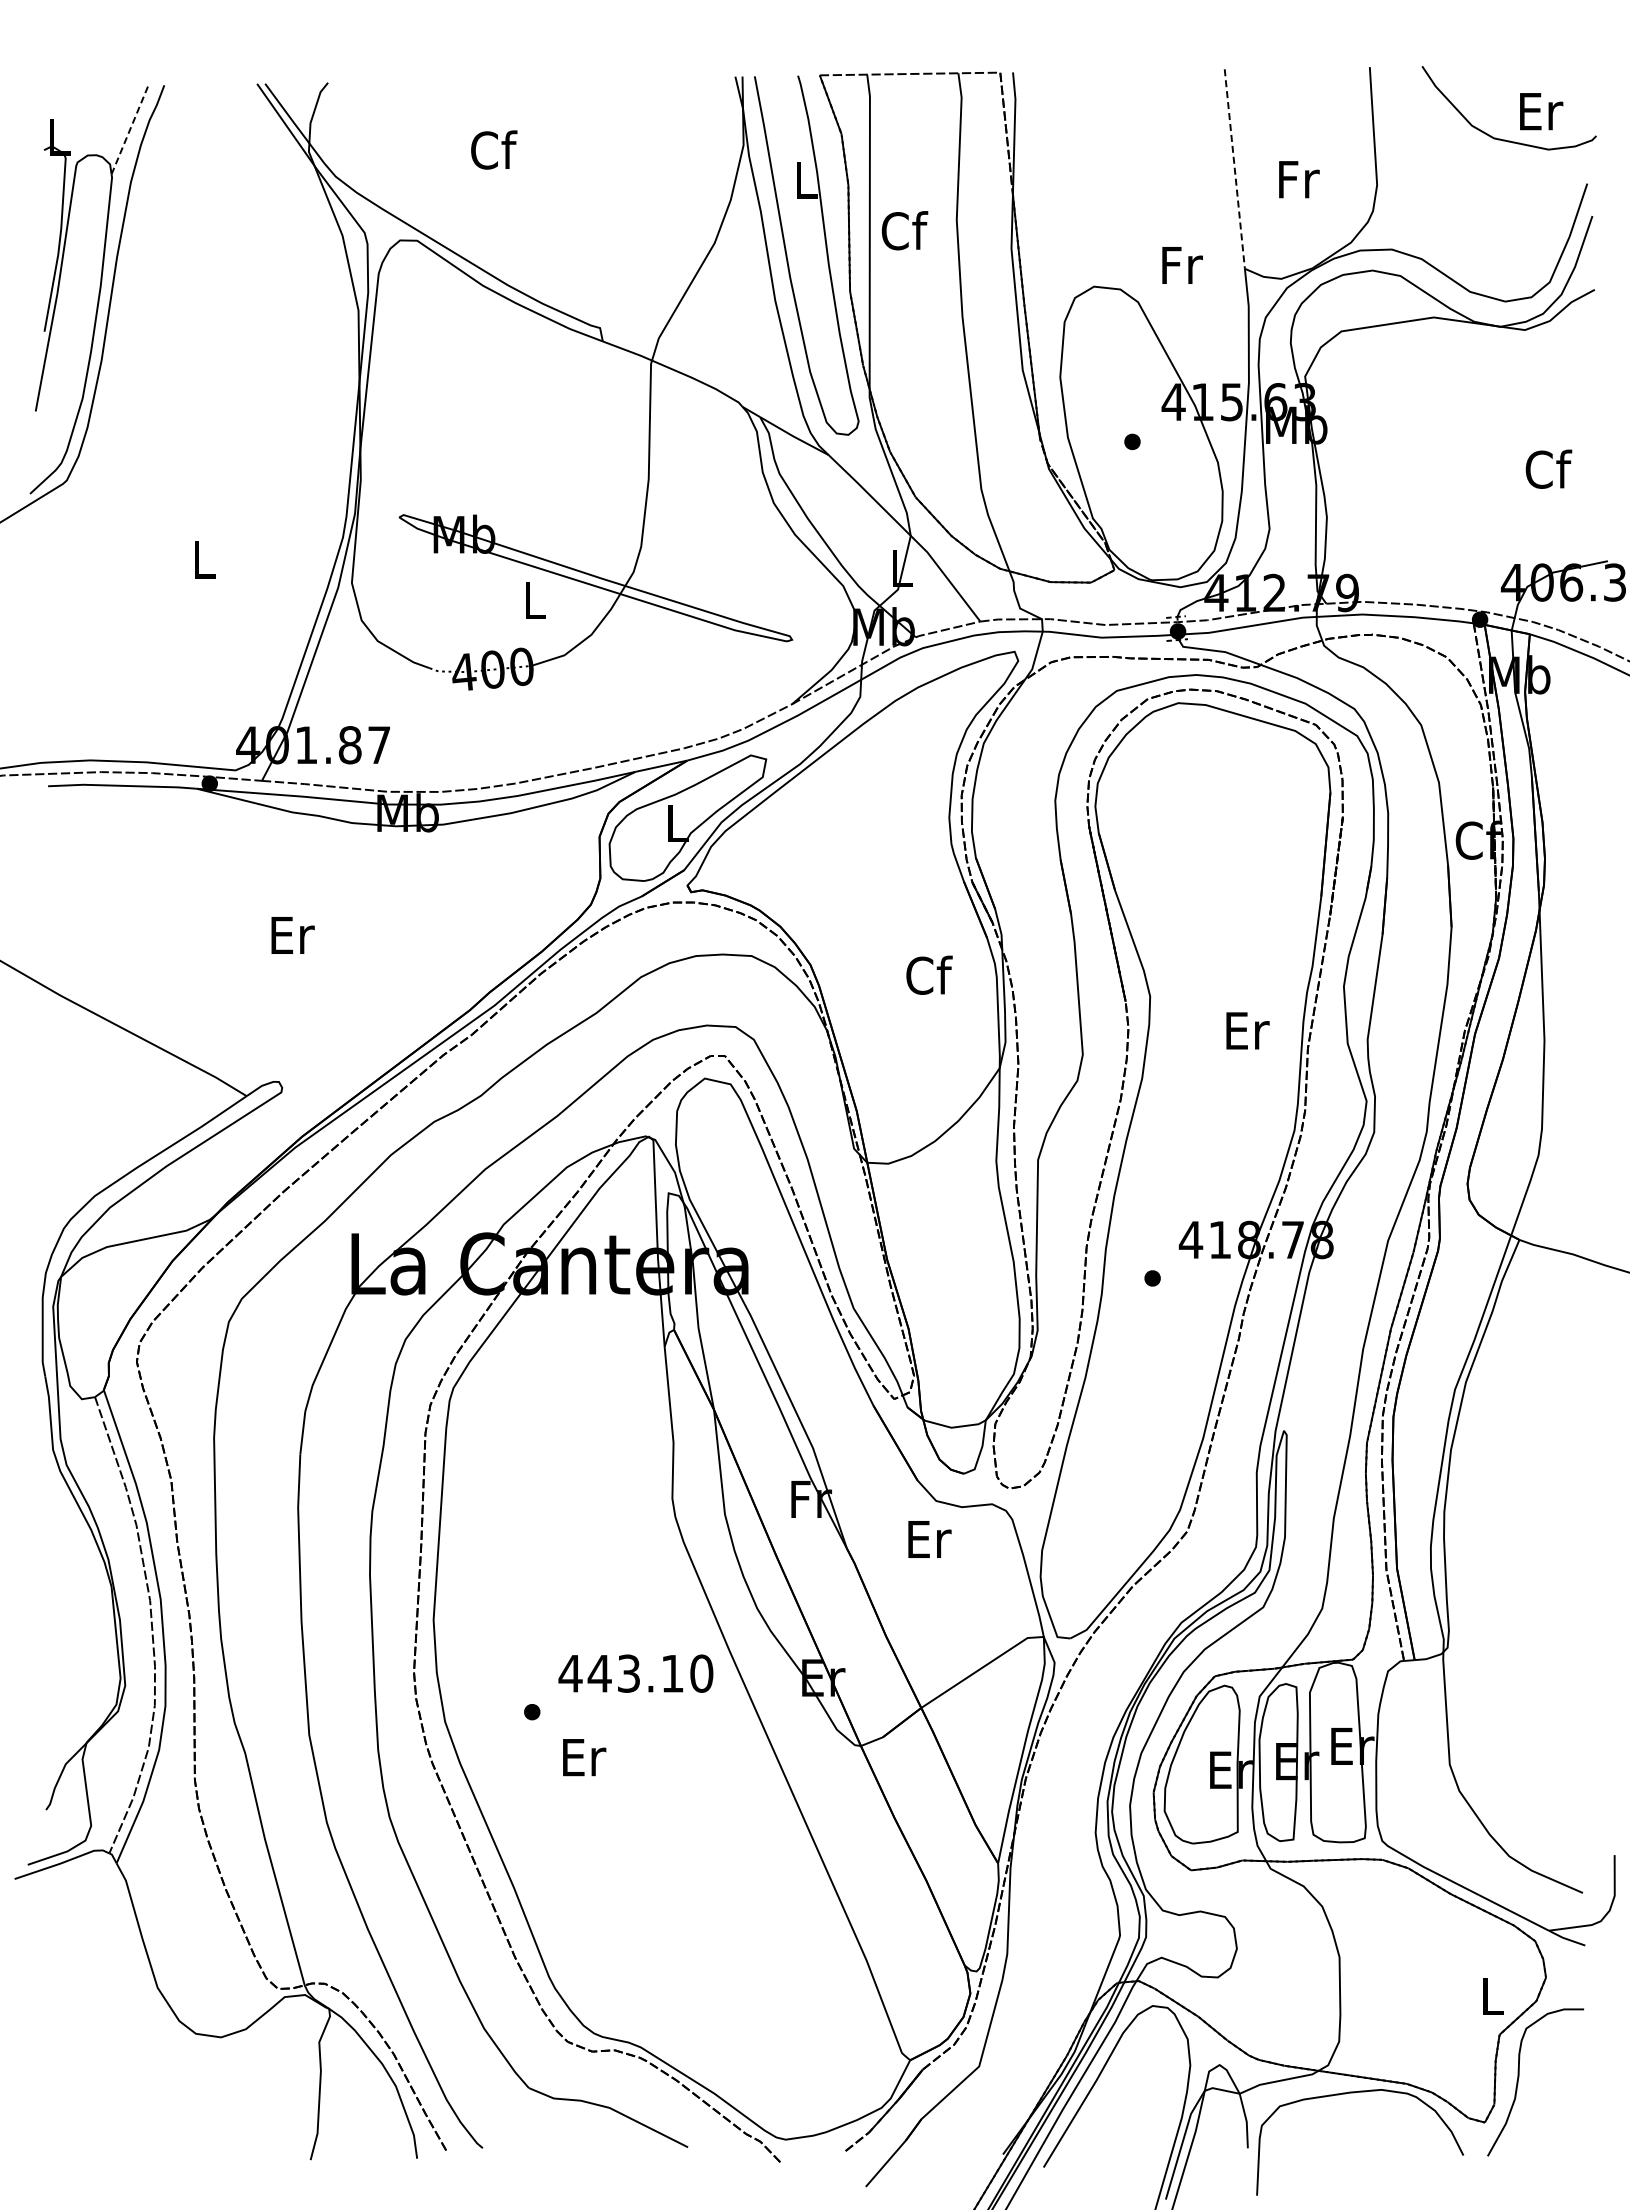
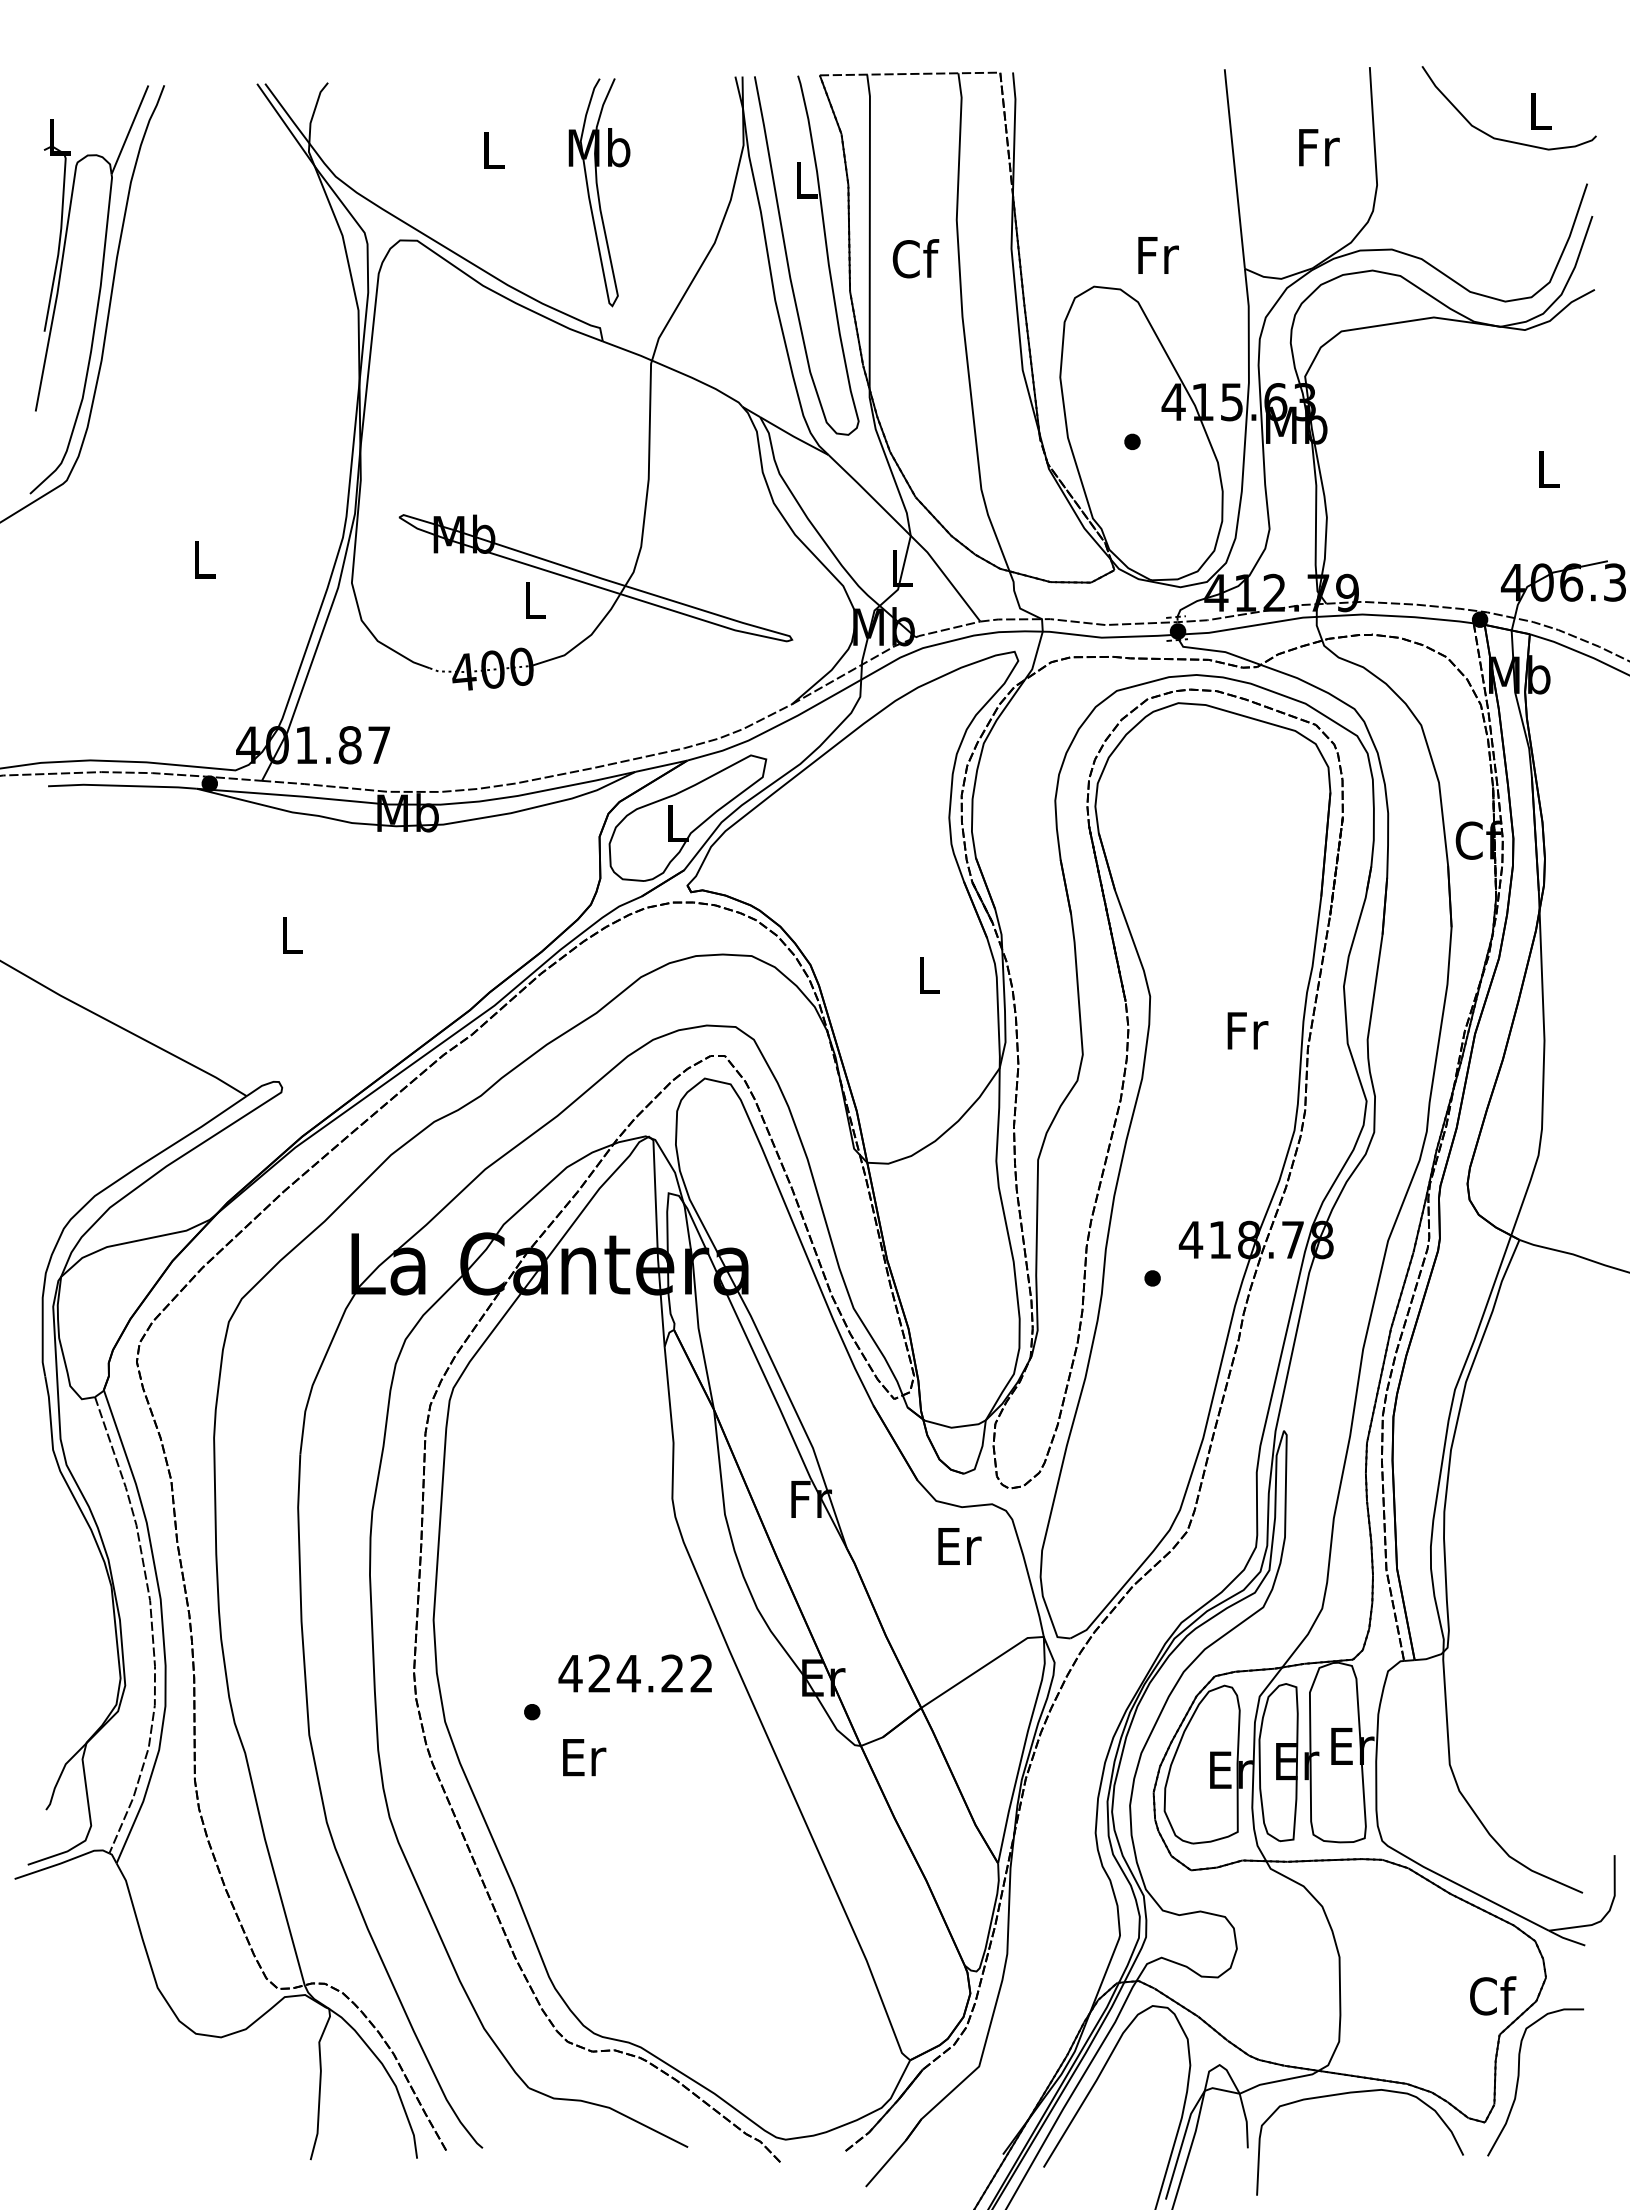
text at (1541, 111): Er -> L
line at (130, 129): dashed -> solid
text at (494, 149): Cf -> L
line at (1234, 168): dashed -> solid
text at (1299, 179) position: (1299, 179) -> (1319, 147)
part at (599, 192): none -> present
text at (904, 230) position: (904, 230) -> (915, 258)
text at (1182, 265) position: (1182, 265) -> (1158, 255)
text at (1548, 468): Cf -> L
text at (292, 935): Er -> L
text at (929, 974): Cf -> L
text at (1247, 1030): Er -> Fr
text at (929, 1539) position: (929, 1539) -> (959, 1546)
text at (650, 1673): 443.10 -> 424.22
text at (1493, 1995): L -> Cf
